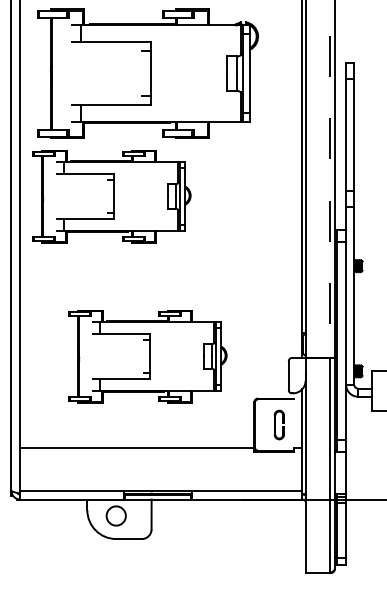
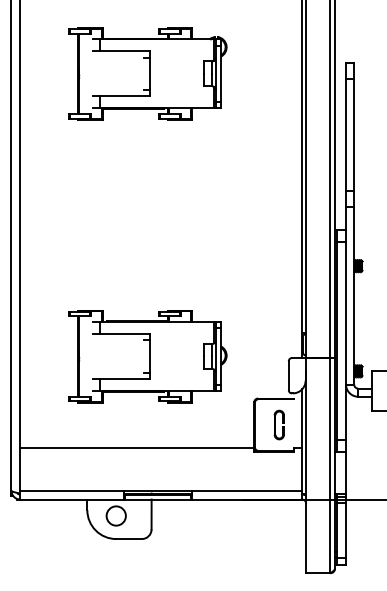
part at (148, 73) size: 223x131 px -> 160x94 px
line at (330, 179): dashed -> solid
part at (111, 196): present -> none
